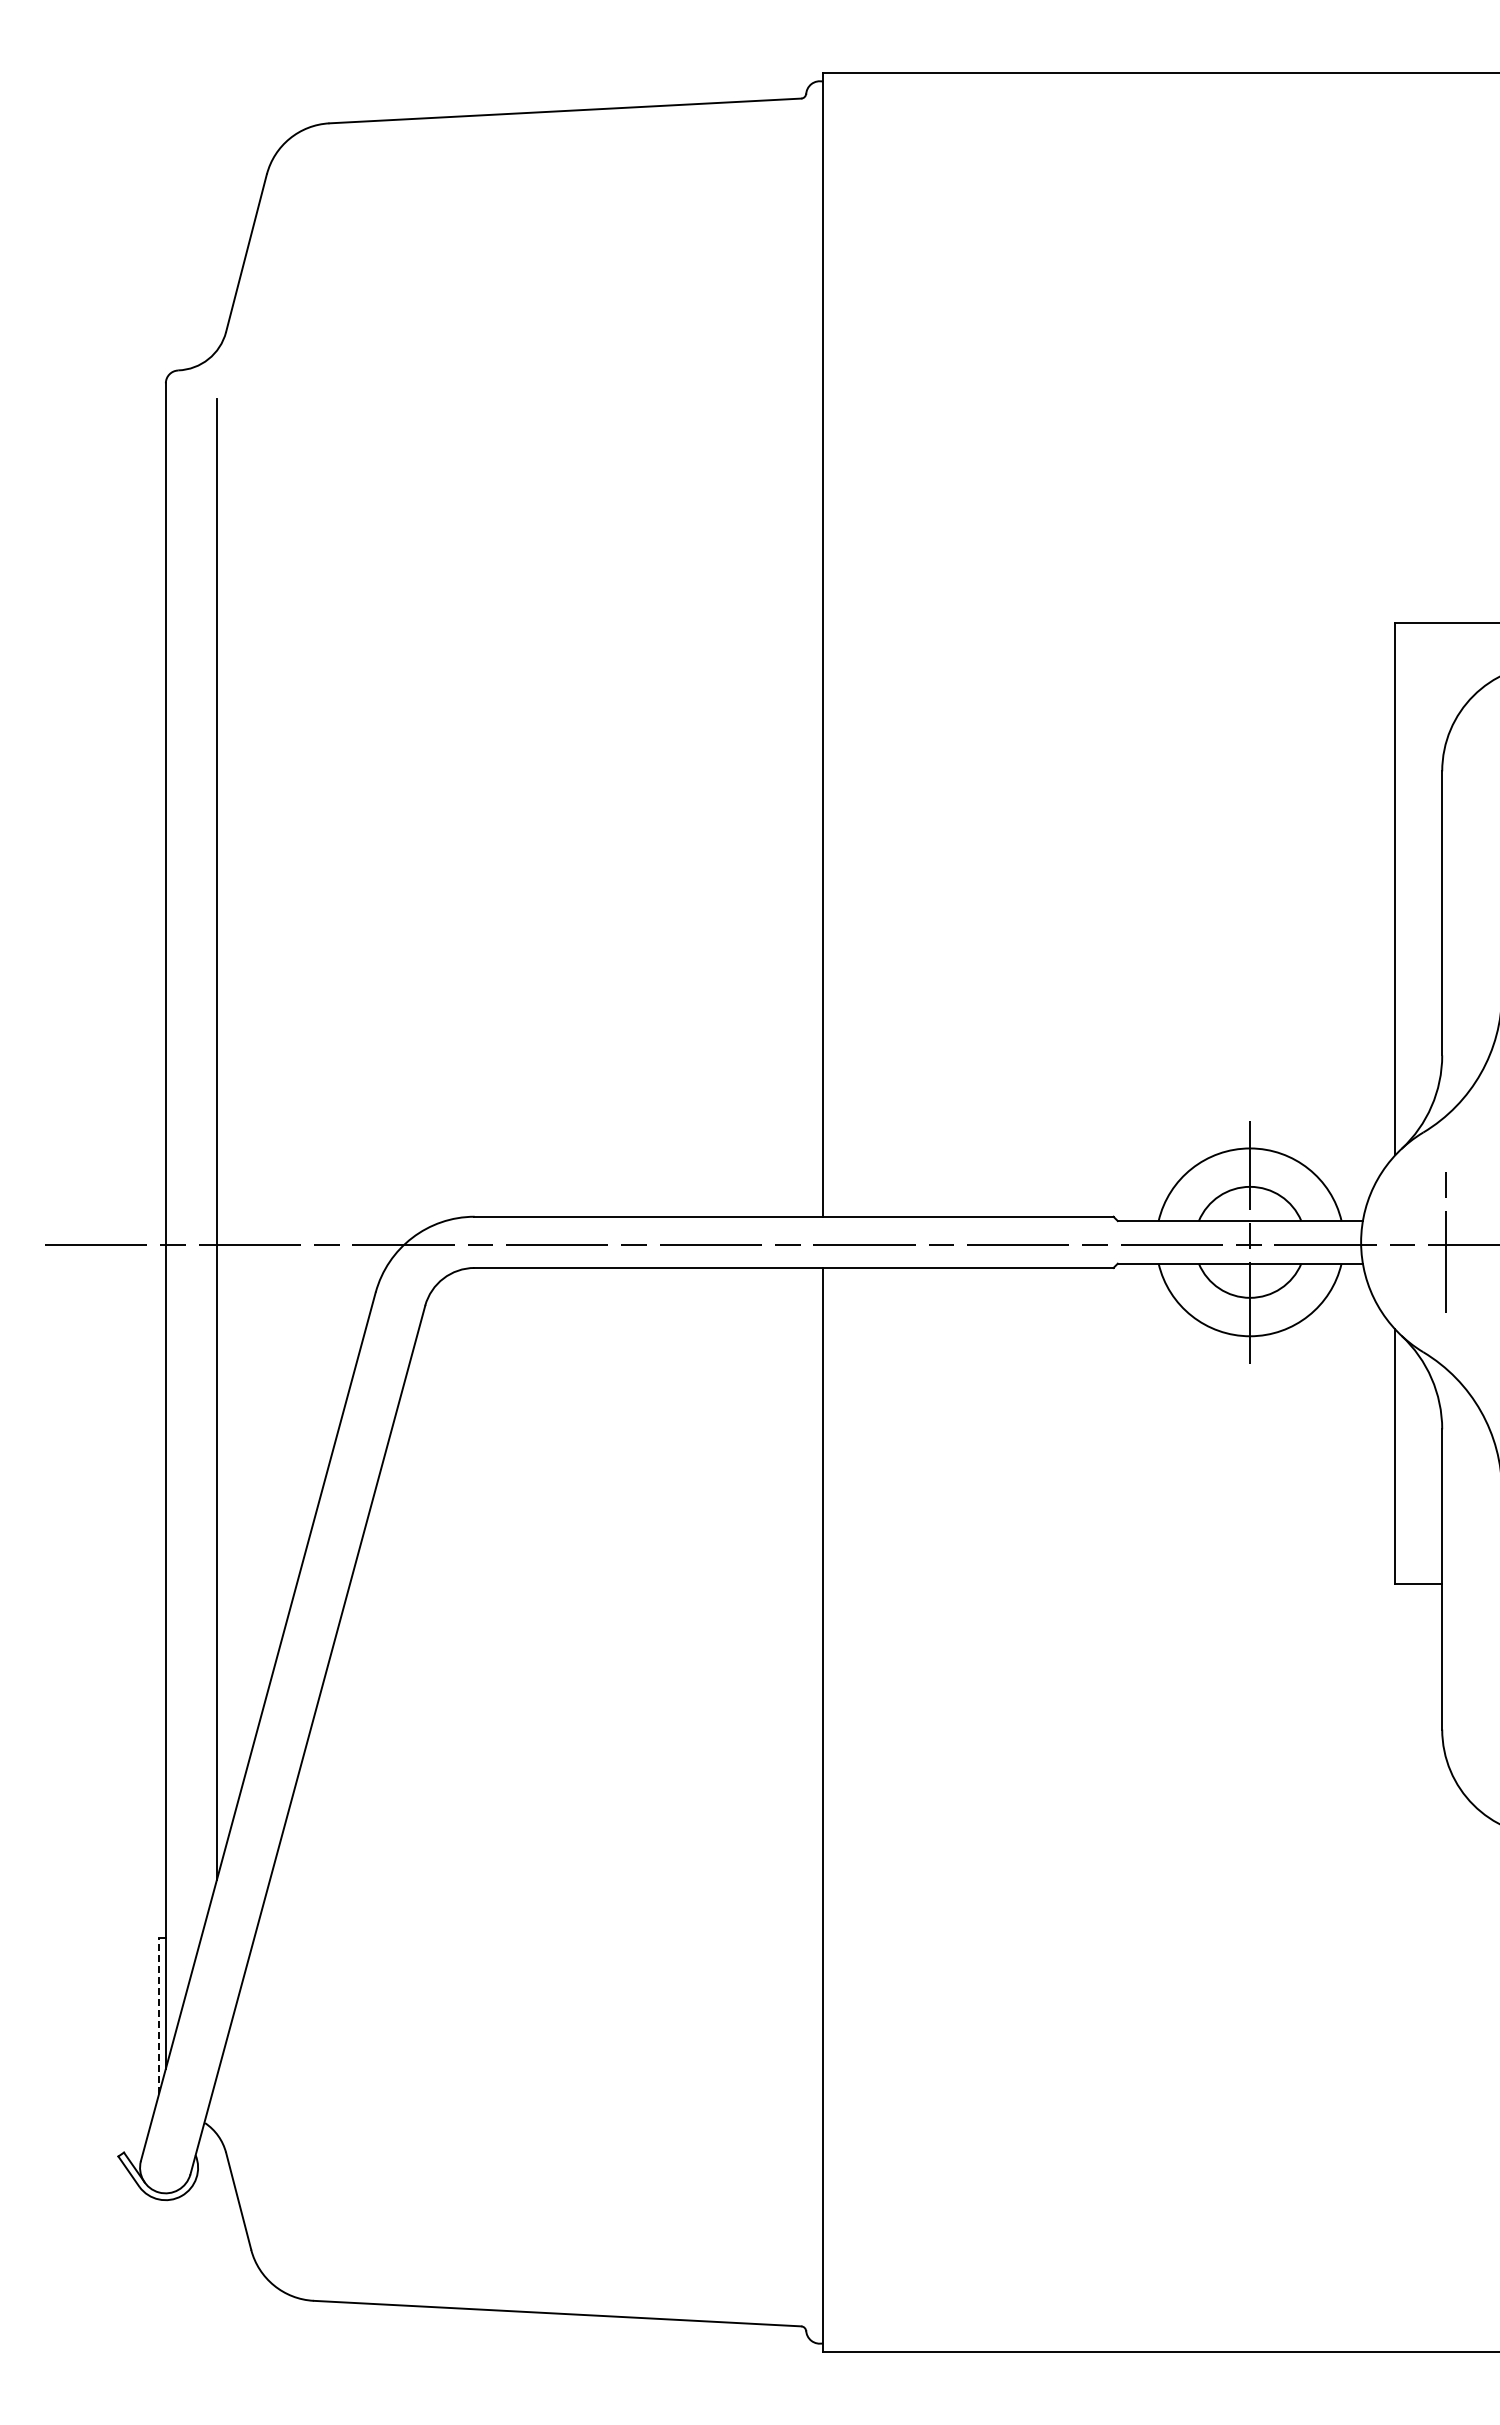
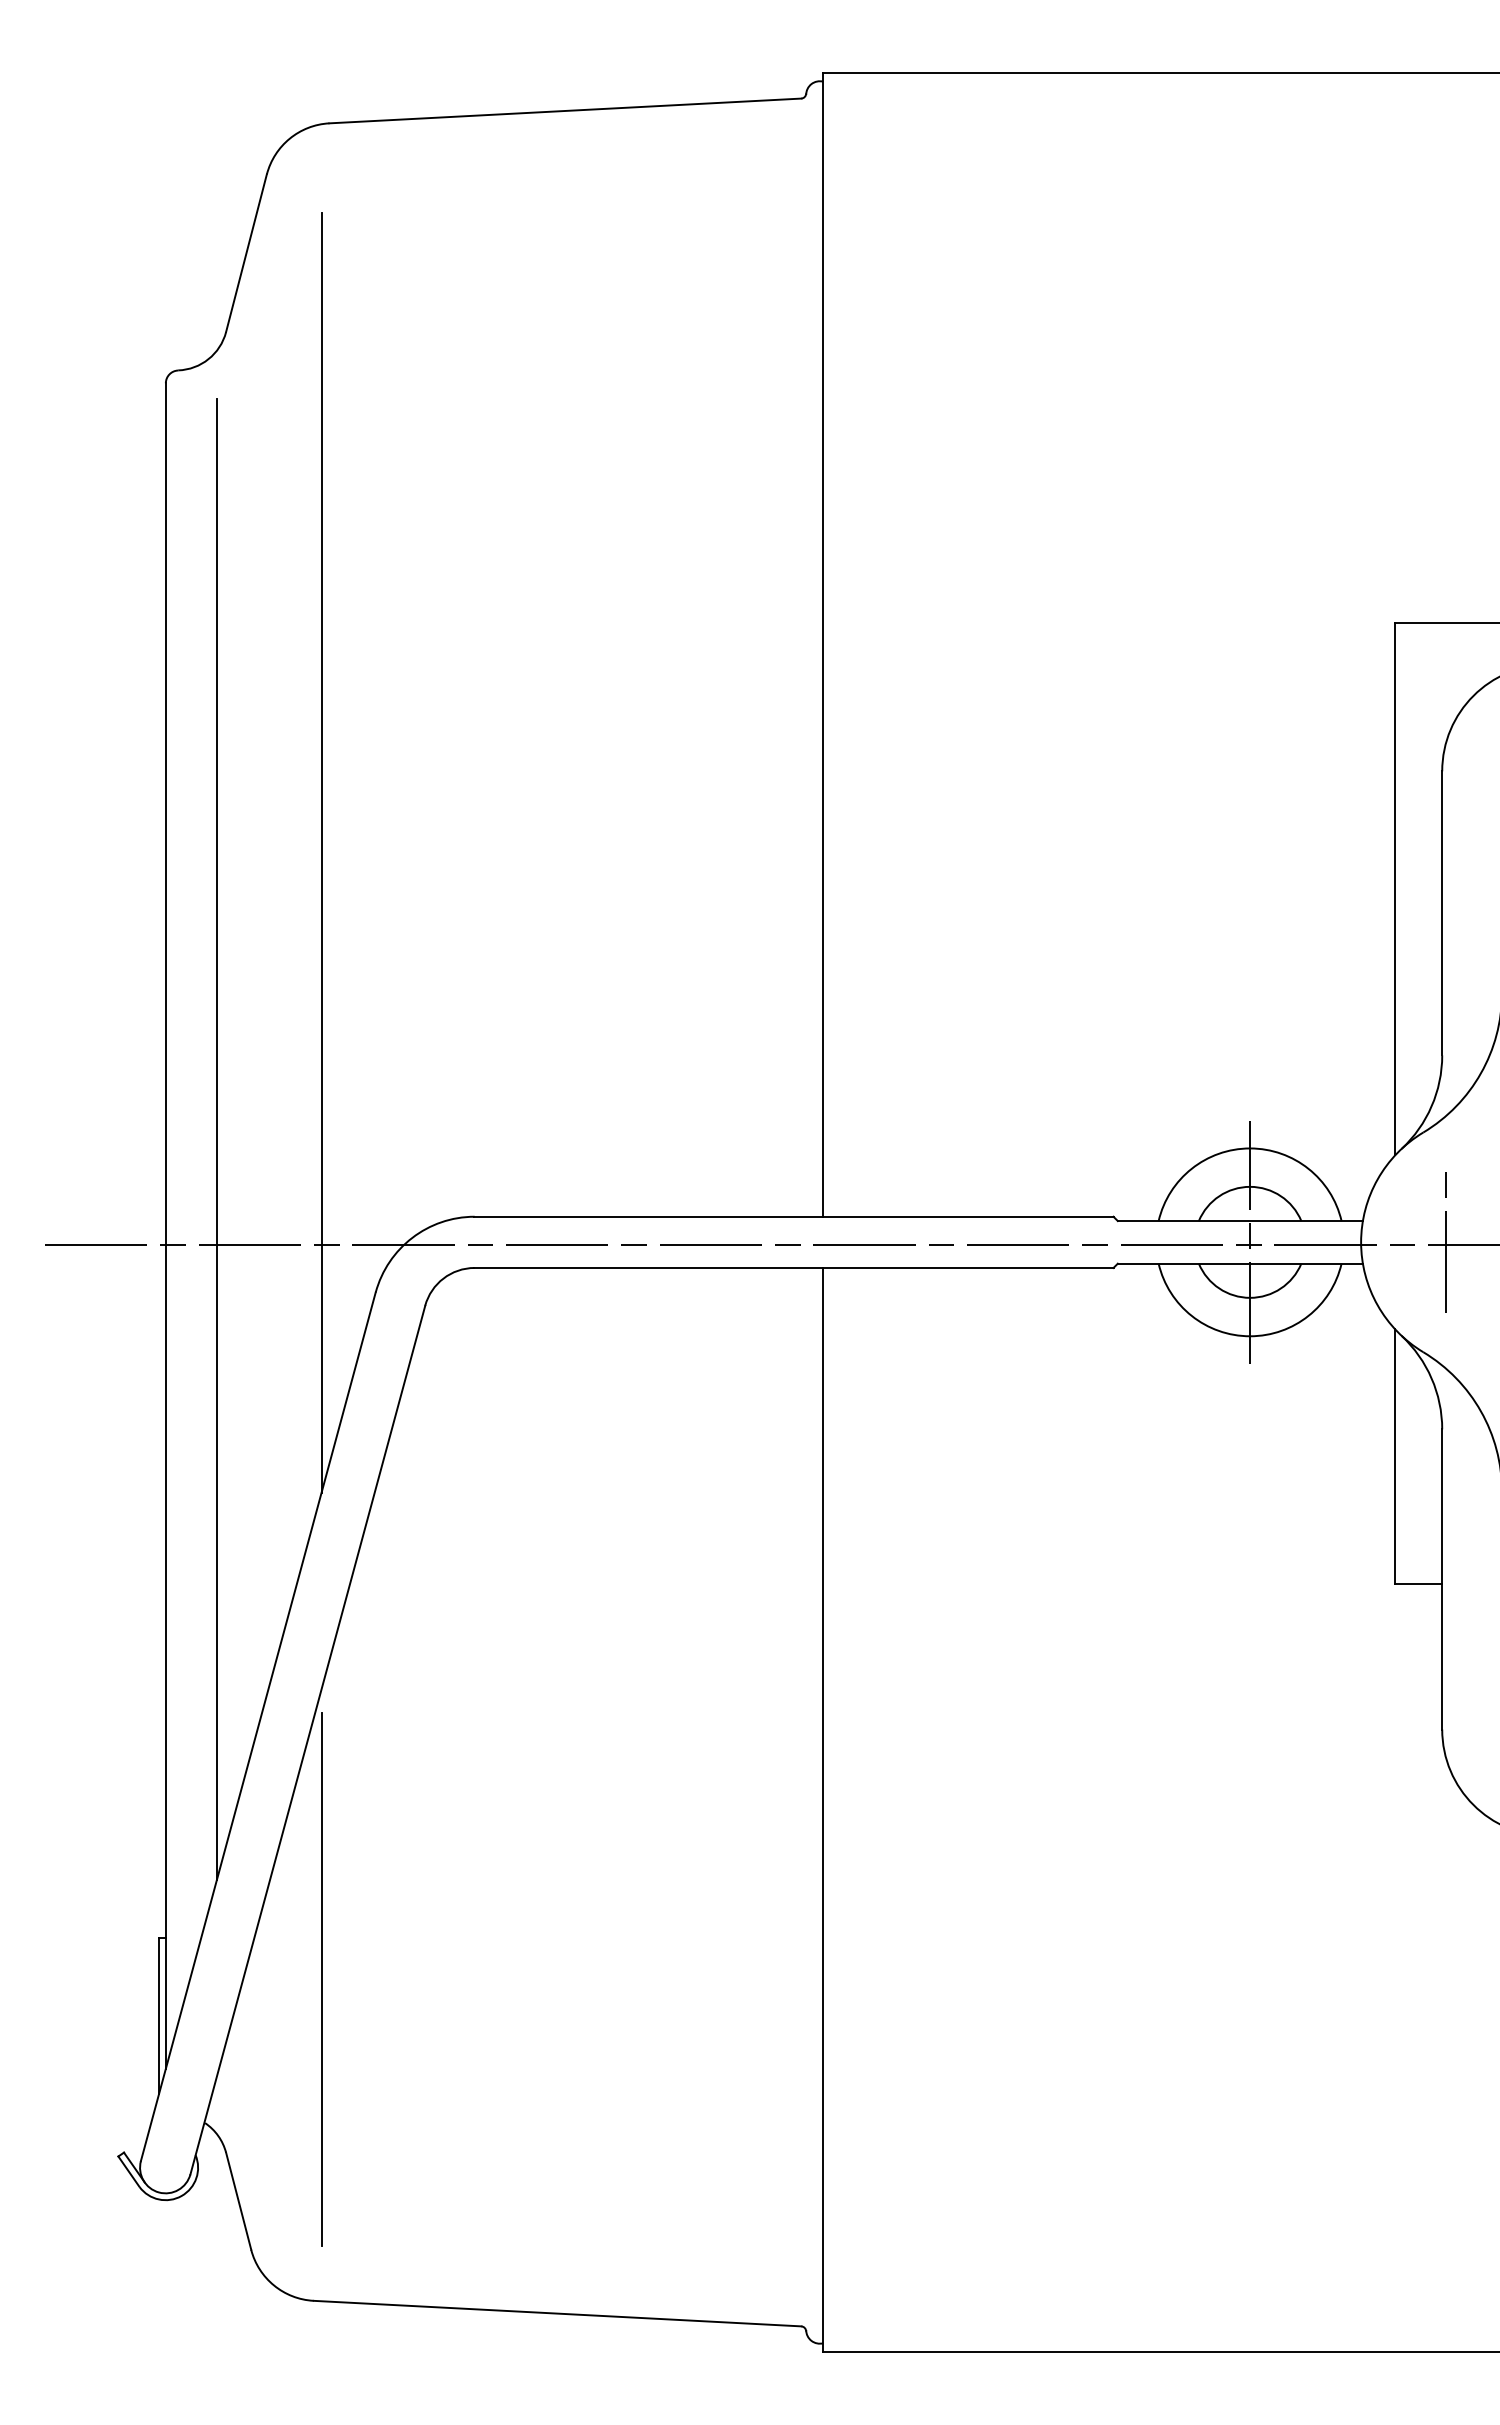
line at (321, 853): none -> present
line at (321, 1978): none -> present
line at (159, 2015): dashed -> solid
